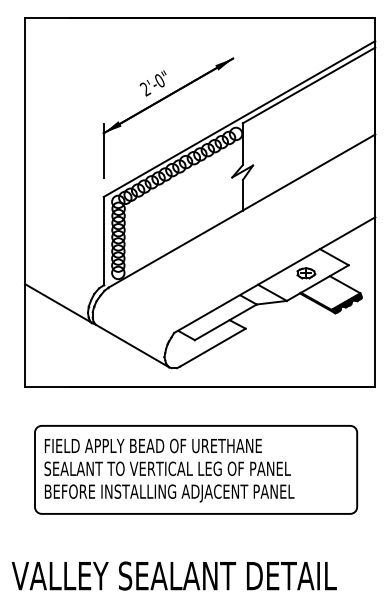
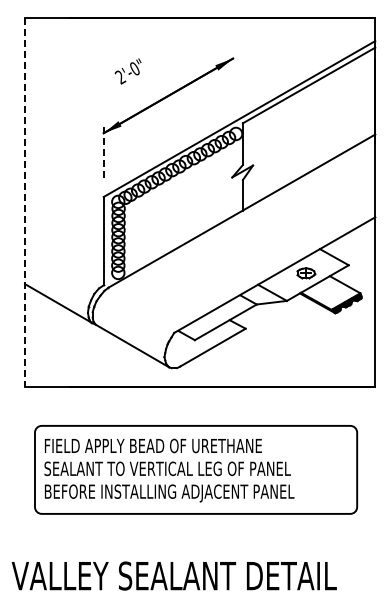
text at (152, 83) position: (152, 83) -> (127, 71)
line at (103, 151): solid -> dashed
line at (25, 202): solid -> dashed
